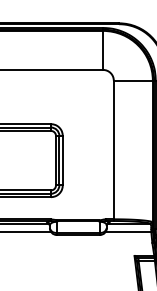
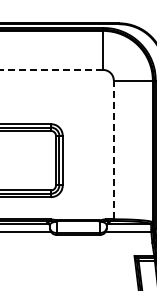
line at (51, 69): solid -> dashed
line at (113, 149): solid -> dashed
